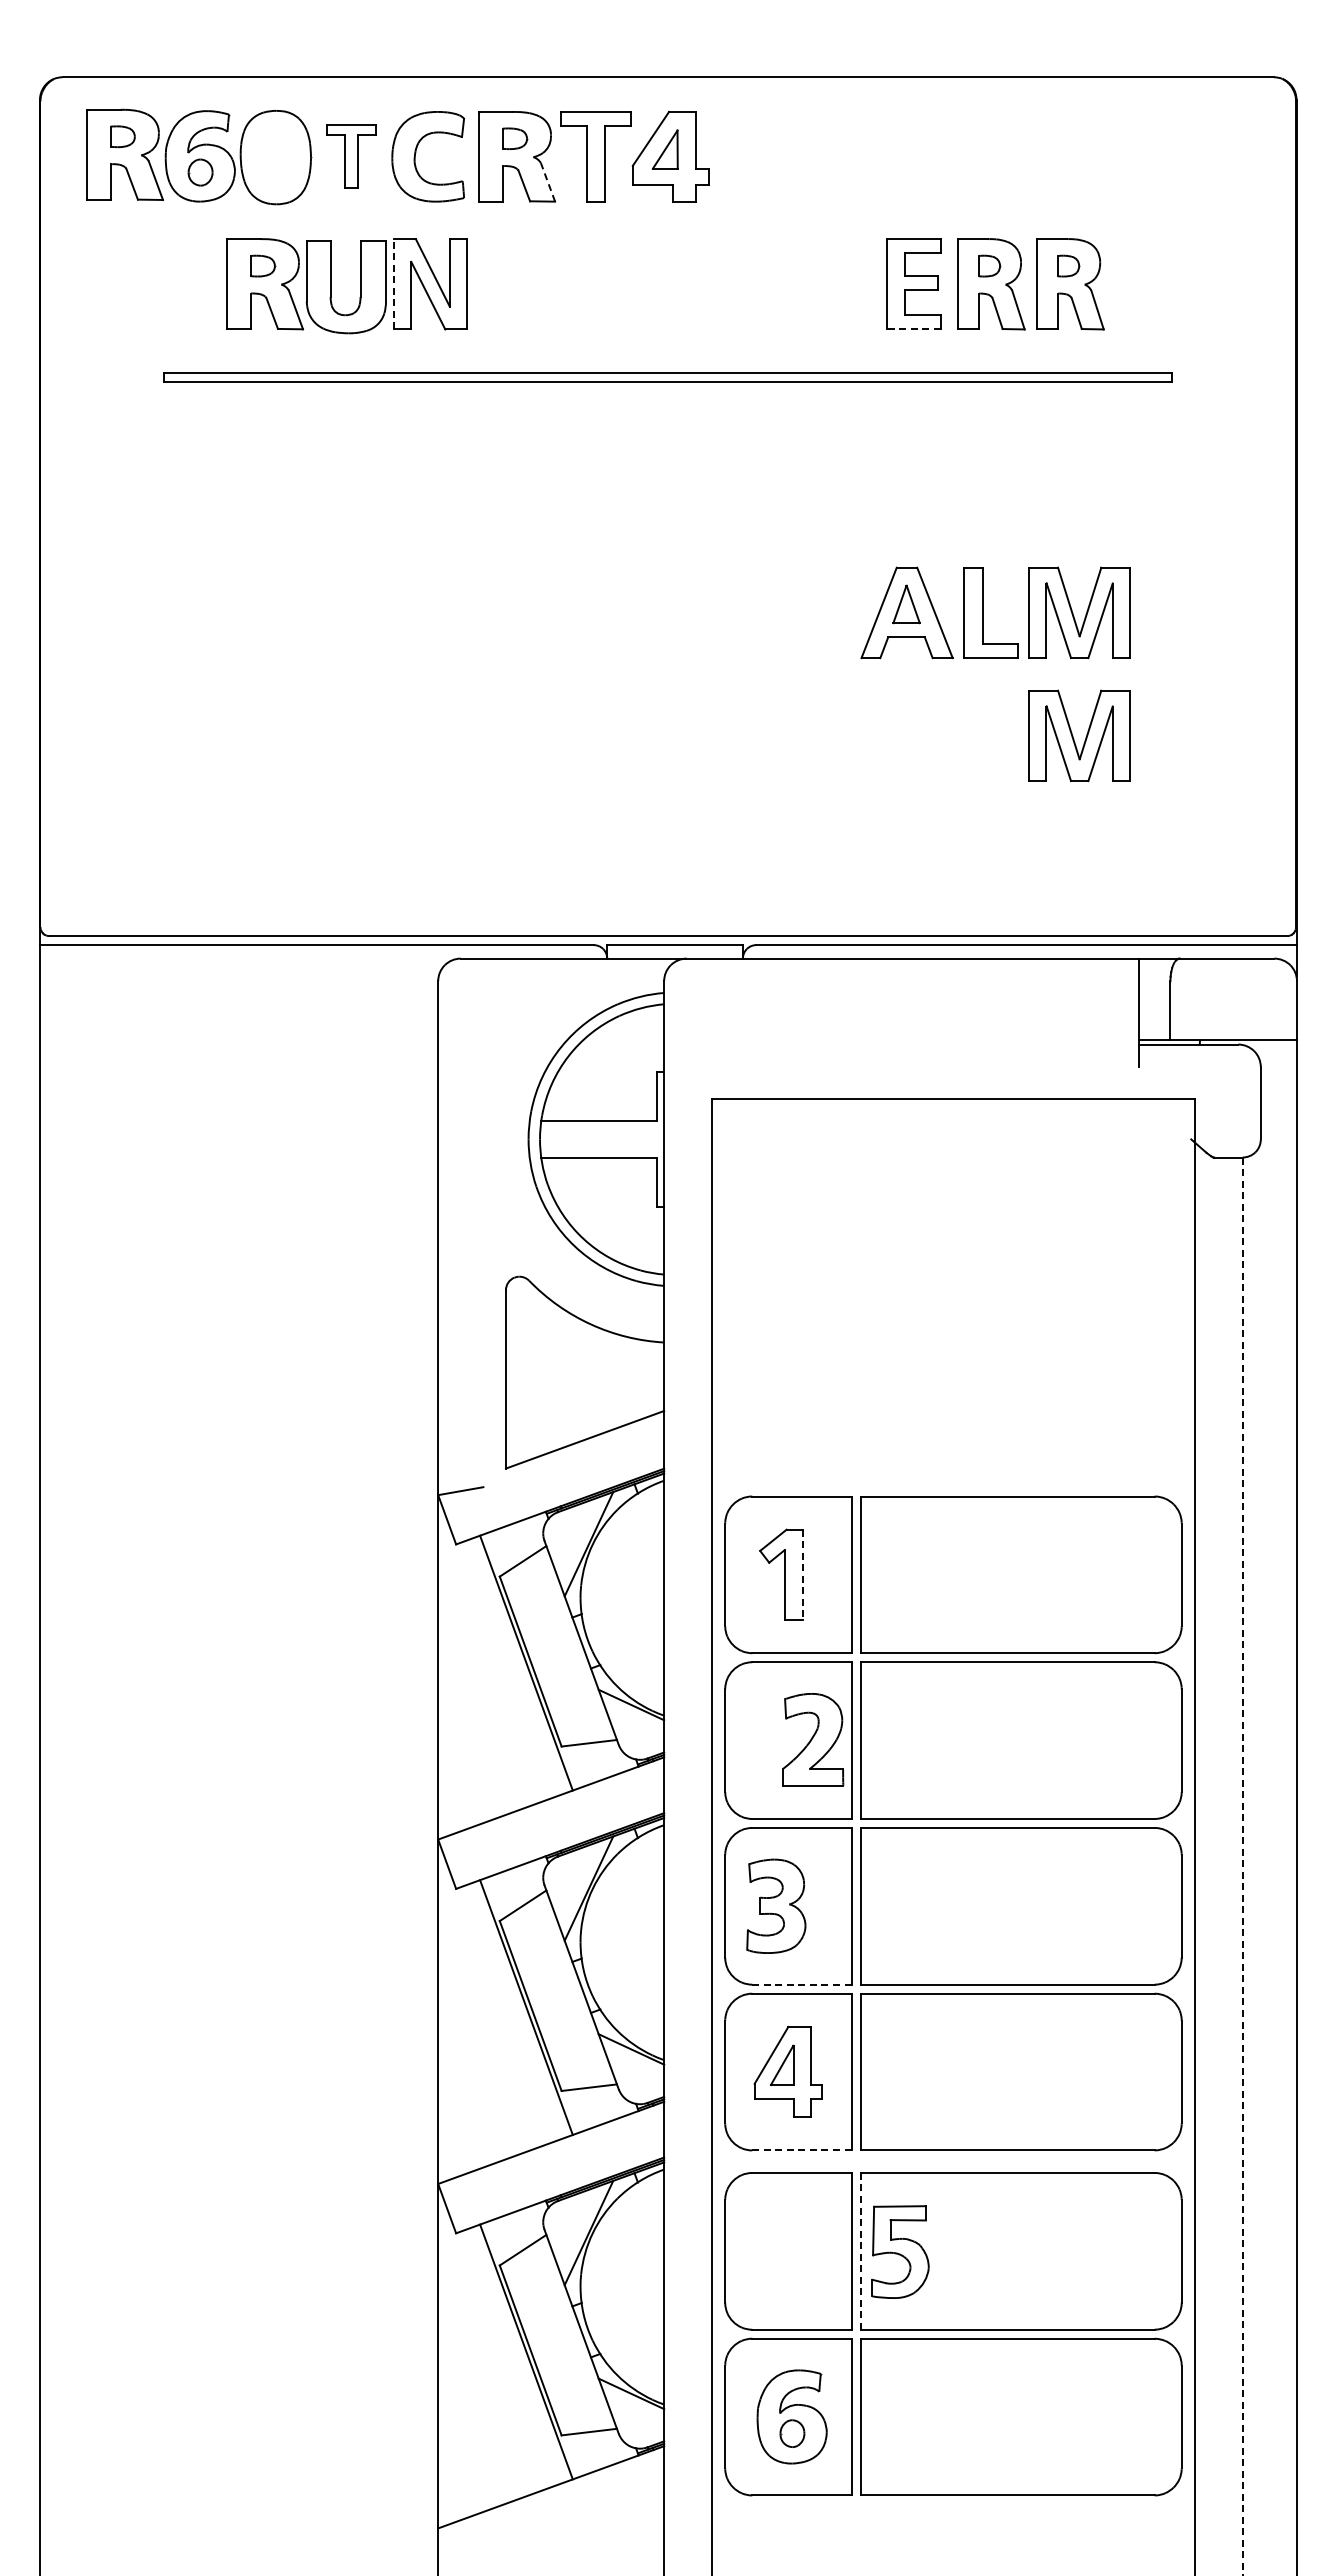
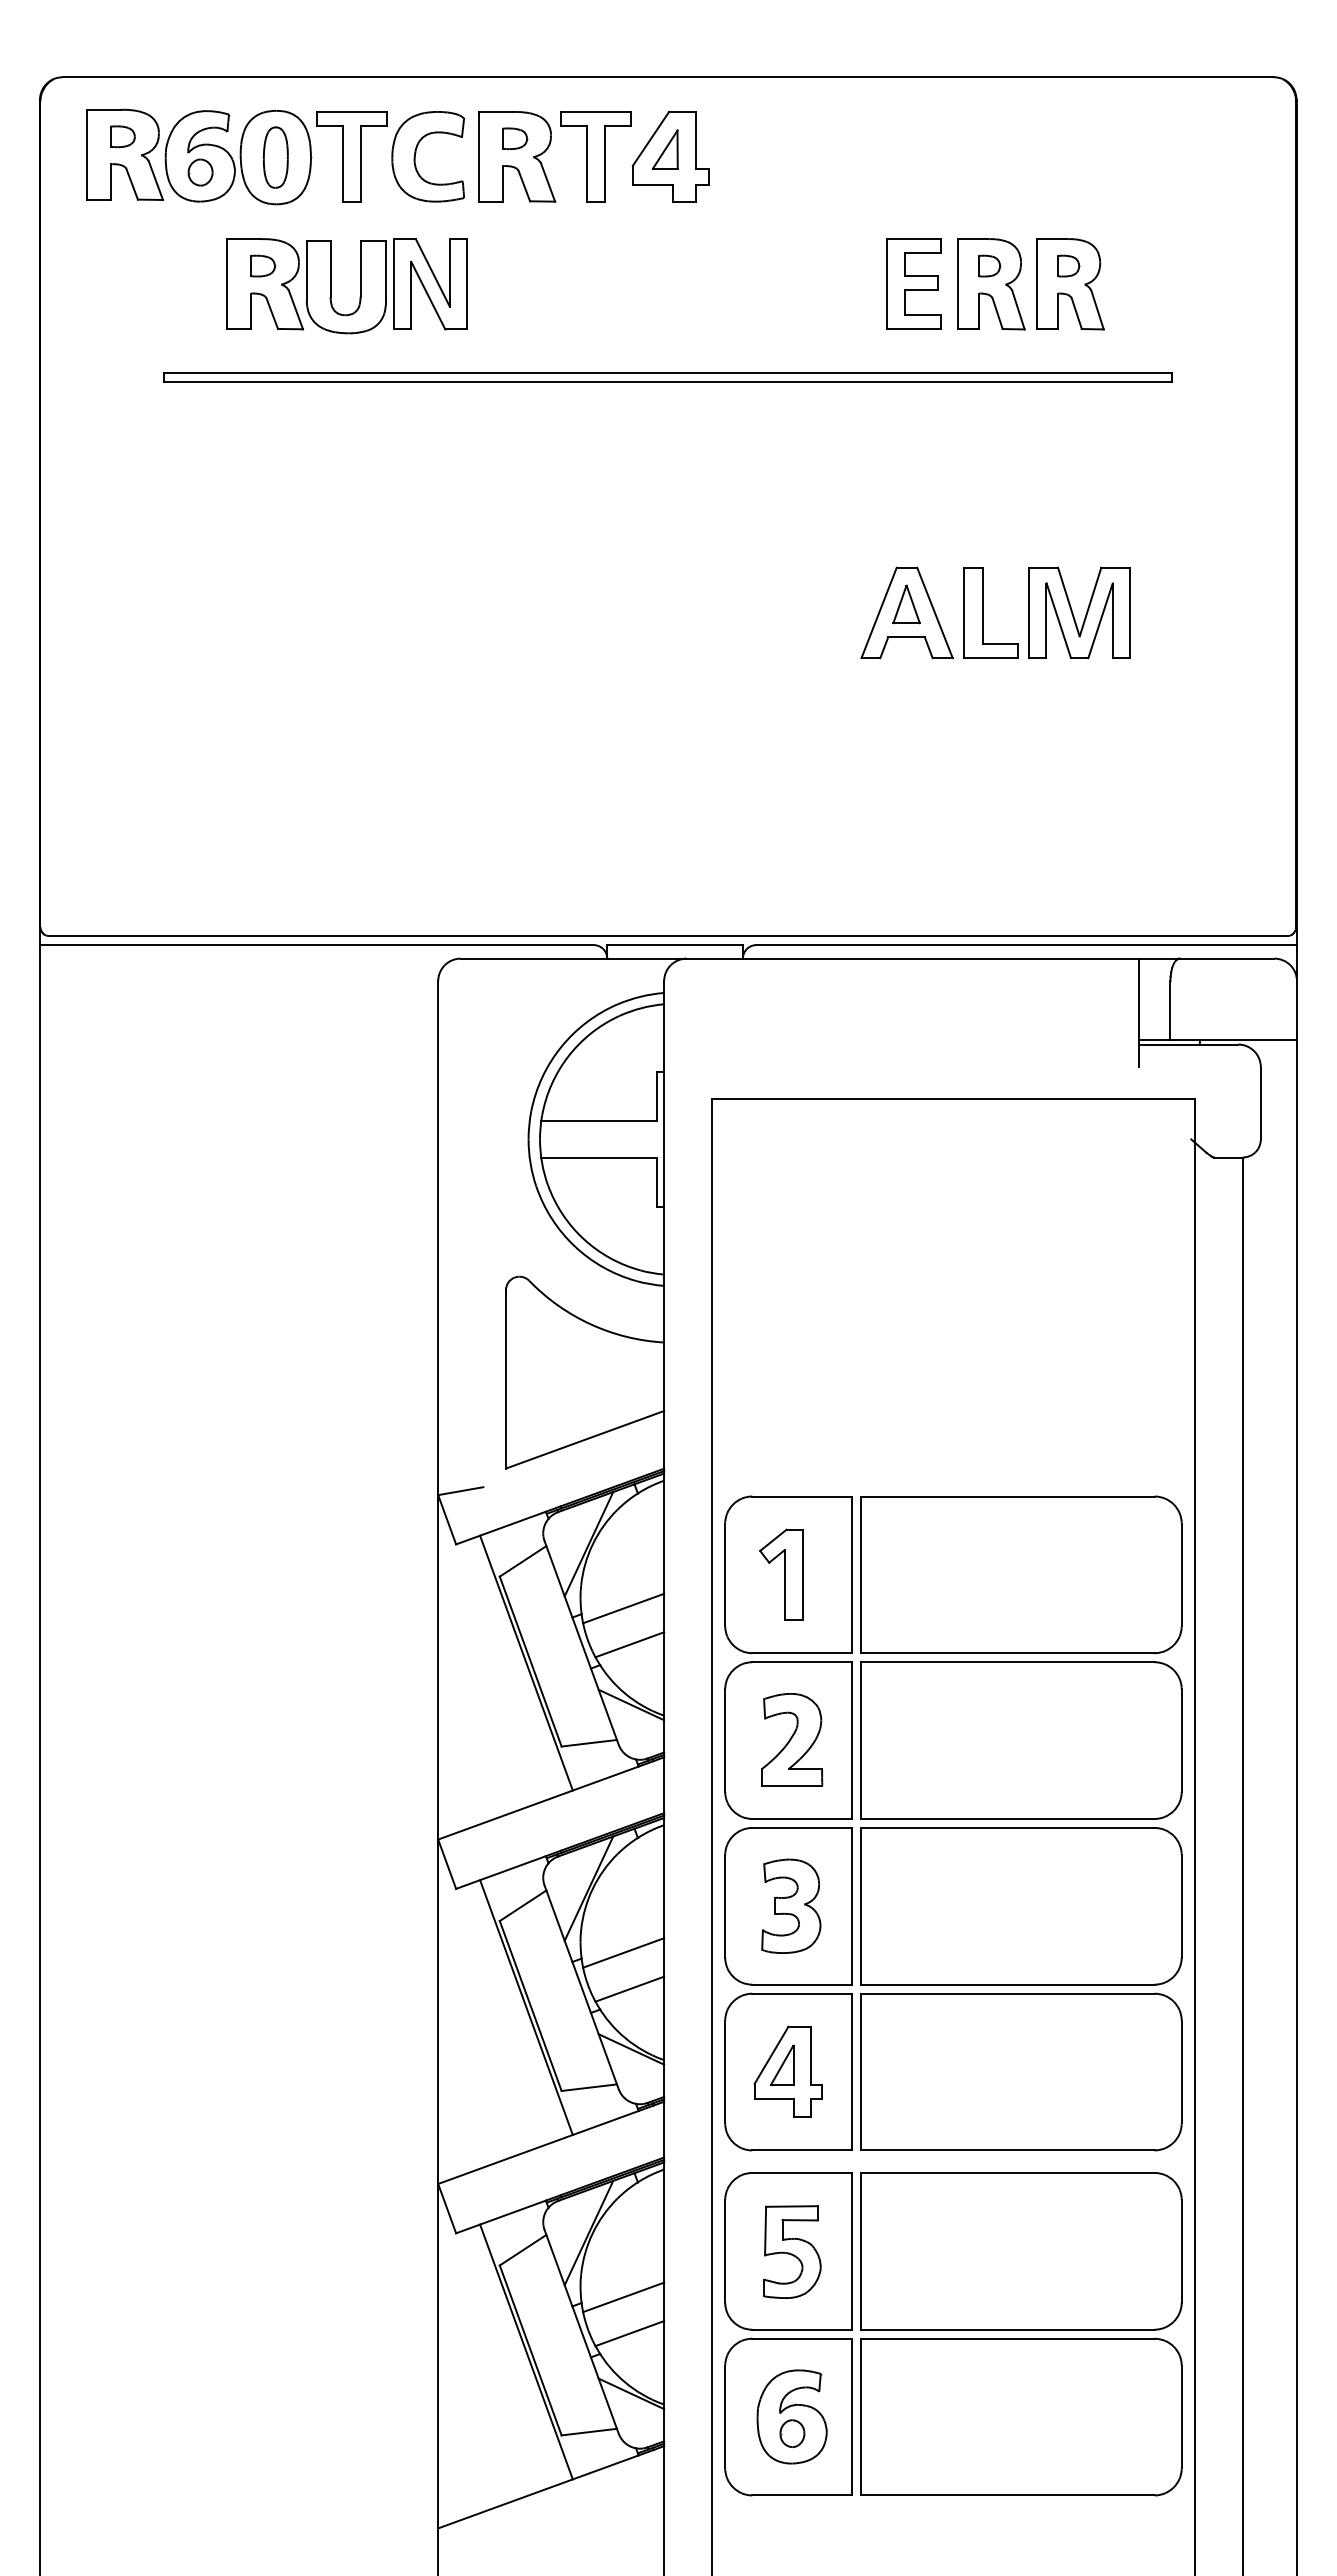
part at (351, 156) size: 51x65 px -> 72x92 px
part at (275, 157): none -> present
line at (548, 182): dashed -> solid
line at (393, 283): dashed -> solid
line at (914, 329): dashed -> solid
part at (1079, 735): present -> none
line at (802, 1575): dashed -> solid
line at (623, 1608): none -> present
line at (629, 1644): none -> present
part at (813, 1739) position: (813, 1739) -> (792, 1739)
line at (1242, 1866): dashed -> solid
part at (776, 1905) position: (776, 1905) -> (791, 1905)
line at (623, 1952): none -> present
line at (802, 1984): dashed -> solid
line at (629, 1988): none -> present
line at (802, 2150): dashed -> solid
line at (860, 2251): dashed -> solid
part at (900, 2251) position: (900, 2251) -> (792, 2251)
line at (623, 2297): none -> present
line at (629, 2333): none -> present
